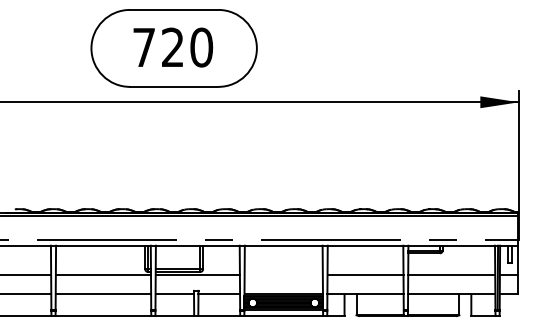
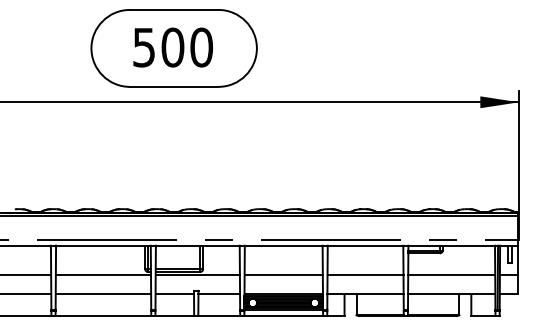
text at (158, 47): 720 -> 500
line at (283, 274): none -> present
